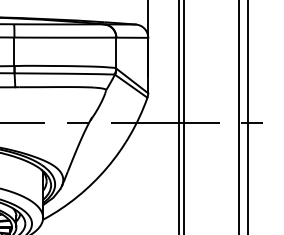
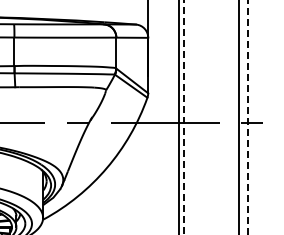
line at (184, 116): solid -> dashed
line at (247, 116): solid -> dashed
